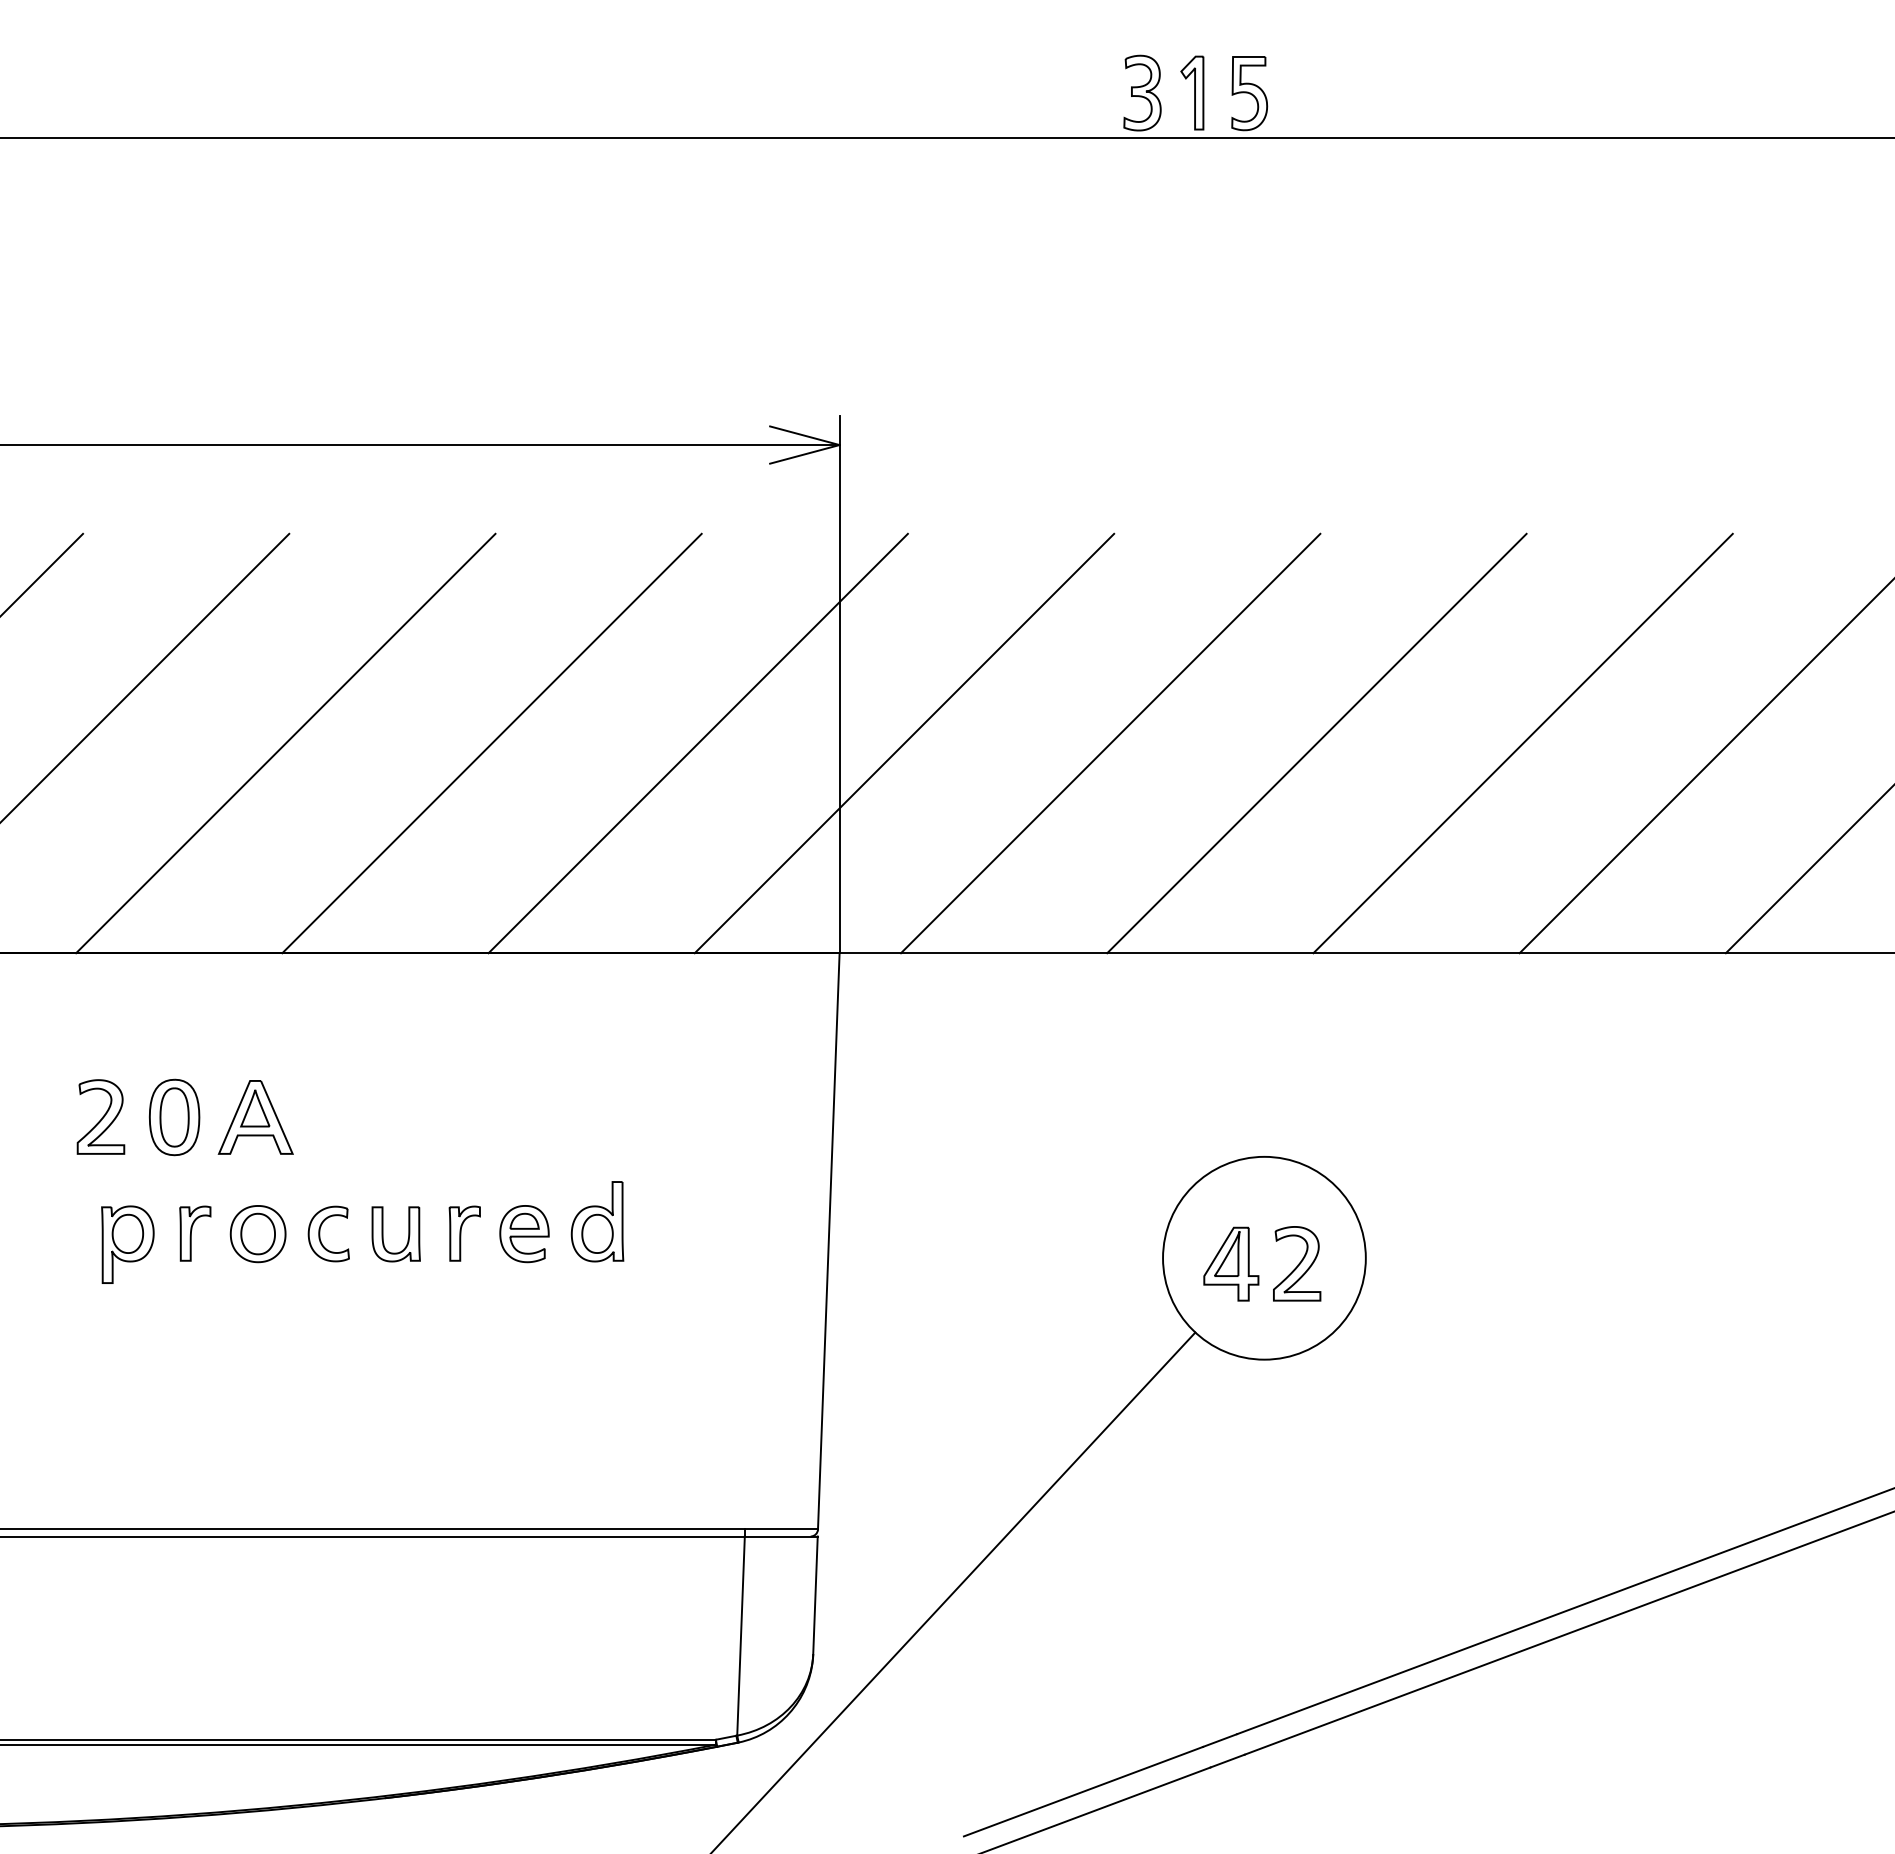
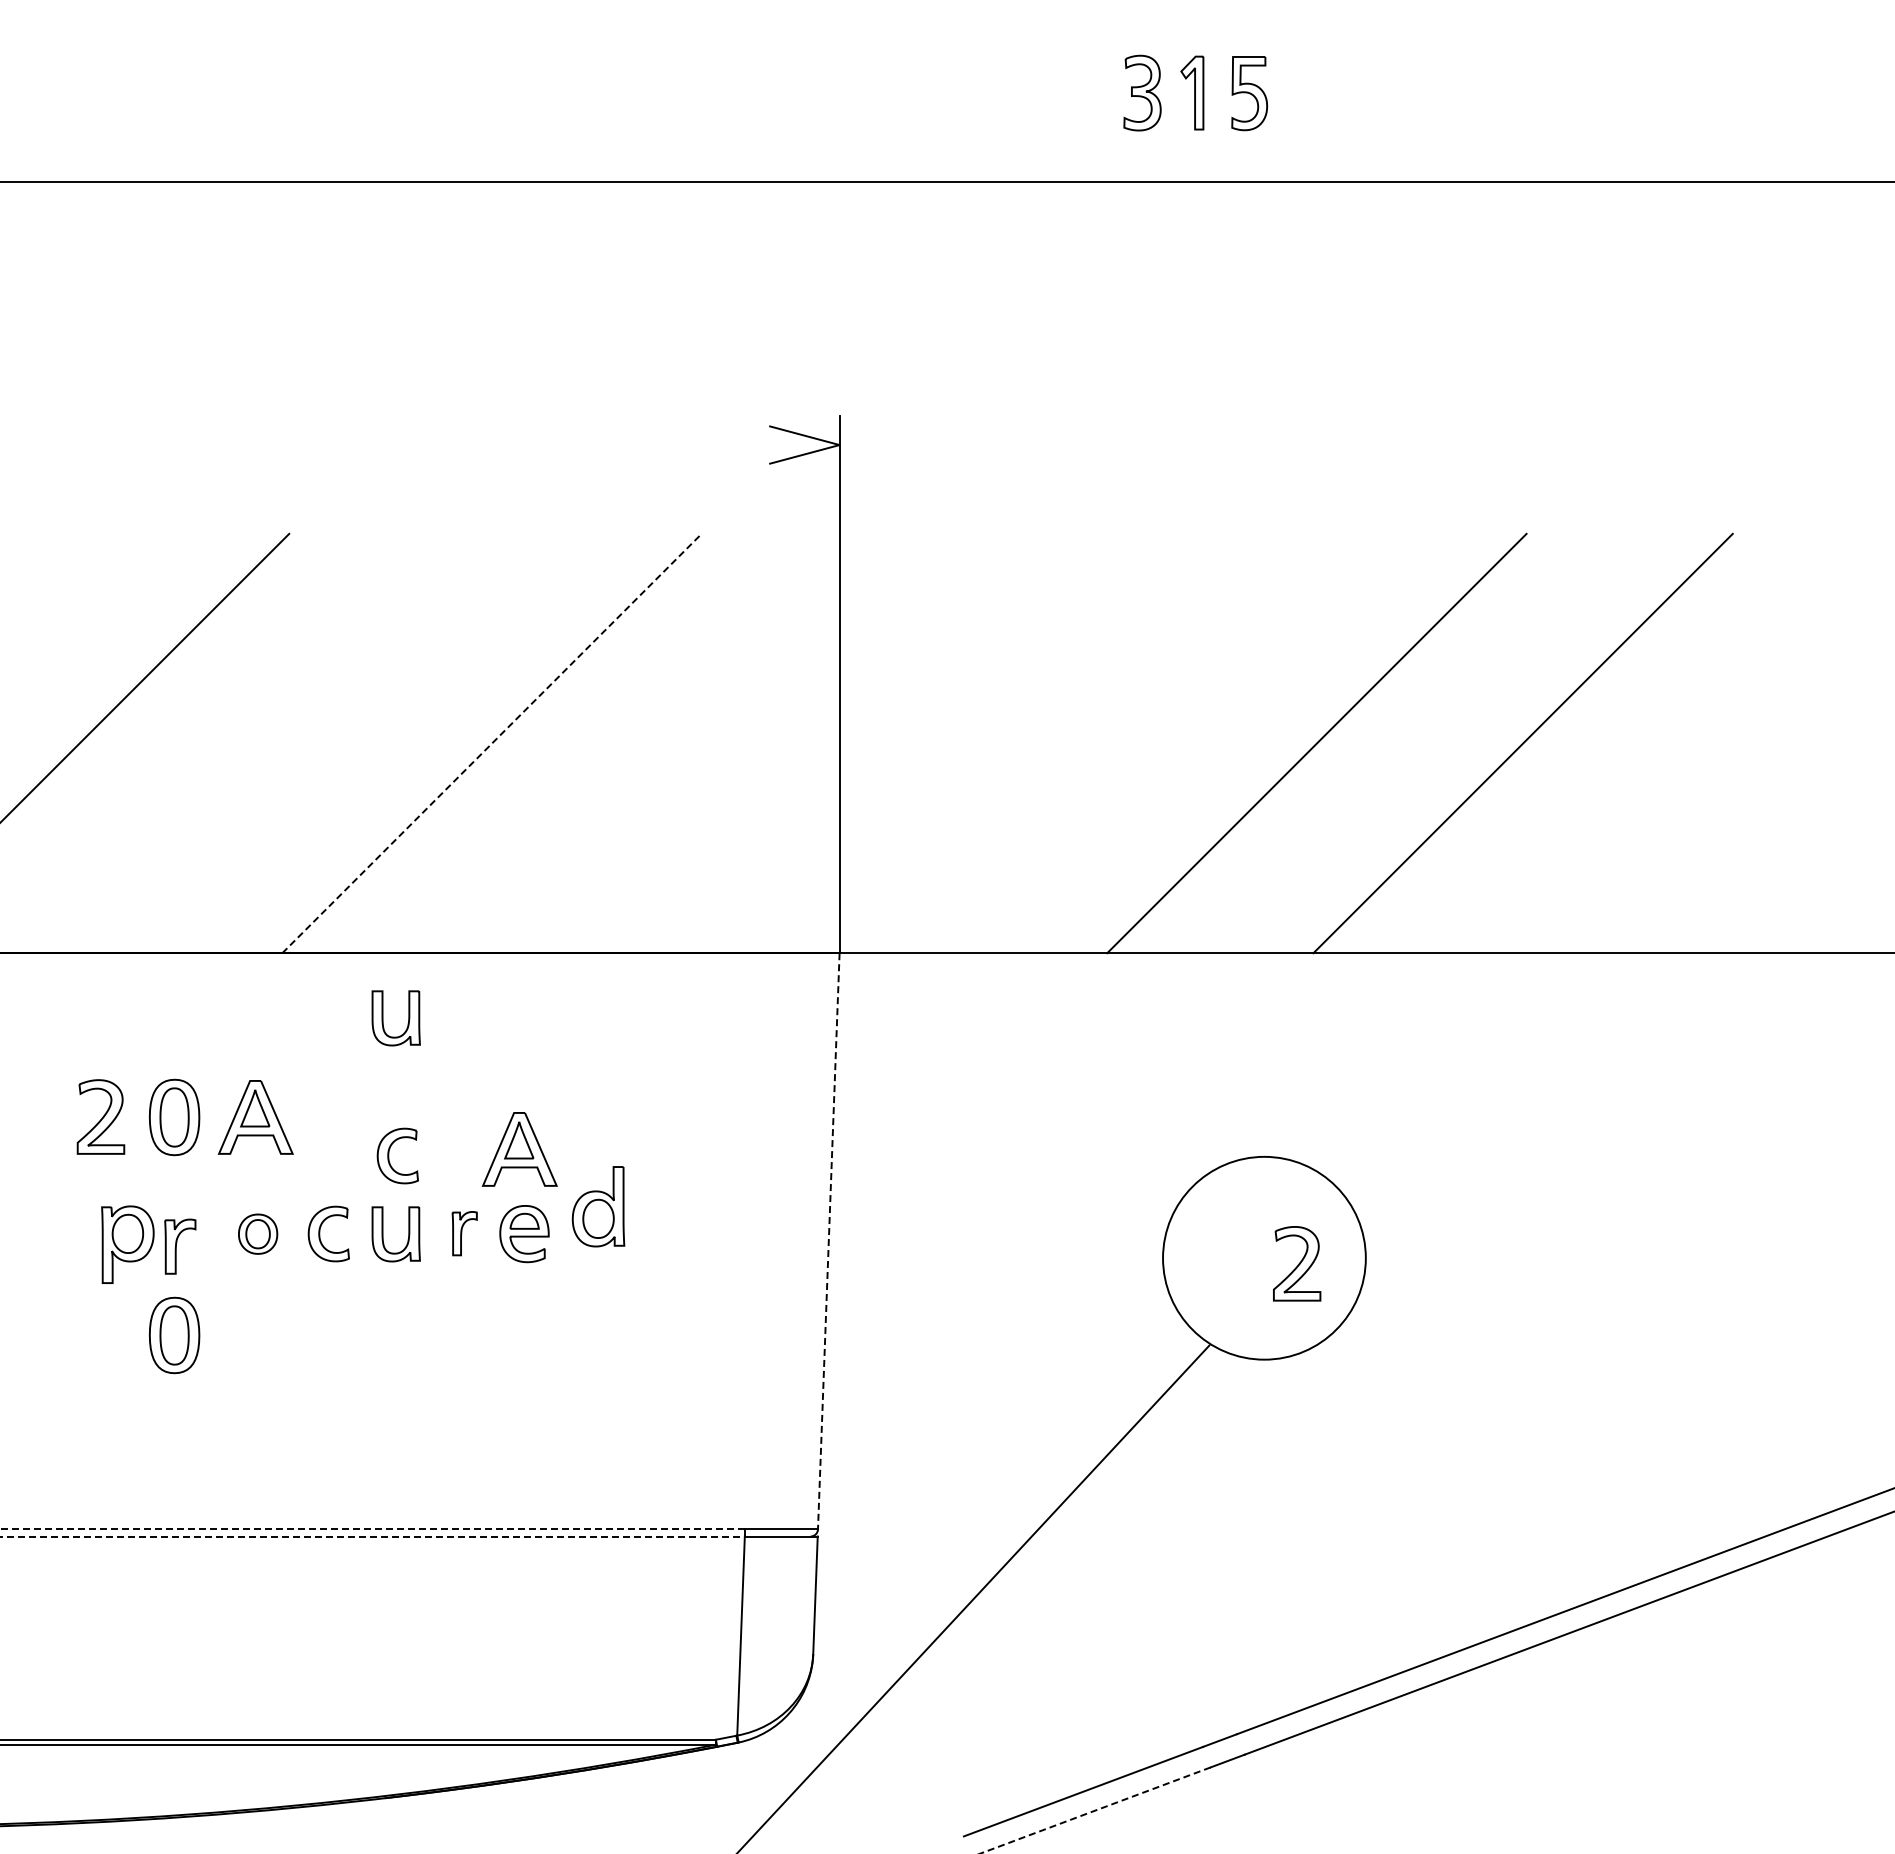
line at (946, 138) position: (946, 138) -> (946, 182)
line at (420, 445): present -> none
line at (42, 573): present -> none
line at (285, 743): present -> none
line at (492, 743): solid -> dashed
line at (697, 743): present -> none
line at (904, 743): present -> none
line at (1110, 743): present -> none
line at (1705, 767): present -> none
line at (1808, 870): present -> none
part at (383, 1018): none -> present
part at (519, 1149): none -> present
part at (389, 1155): none -> present
part at (597, 1221) position: (597, 1221) -> (598, 1206)
part at (195, 1233) position: (195, 1233) -> (180, 1246)
part at (464, 1233) size: 33x57 px -> 27x46 px
part at (257, 1234) size: 58x59 px -> 41x42 px
line at (828, 1241): solid -> dashed
part at (1231, 1263): present -> none
part at (174, 1335): none -> present
line at (372, 1529): solid -> dashed
line at (372, 1536): solid -> dashed
line at (954, 1591) position: (954, 1591) -> (974, 1597)
line at (1094, 1810): solid -> dashed
